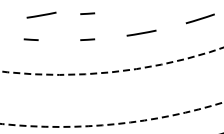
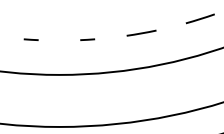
line at (87, 13): present -> none
line at (41, 14): present -> none
arc at (114, 71): dashed -> solid
arc at (111, 124): dashed -> solid
